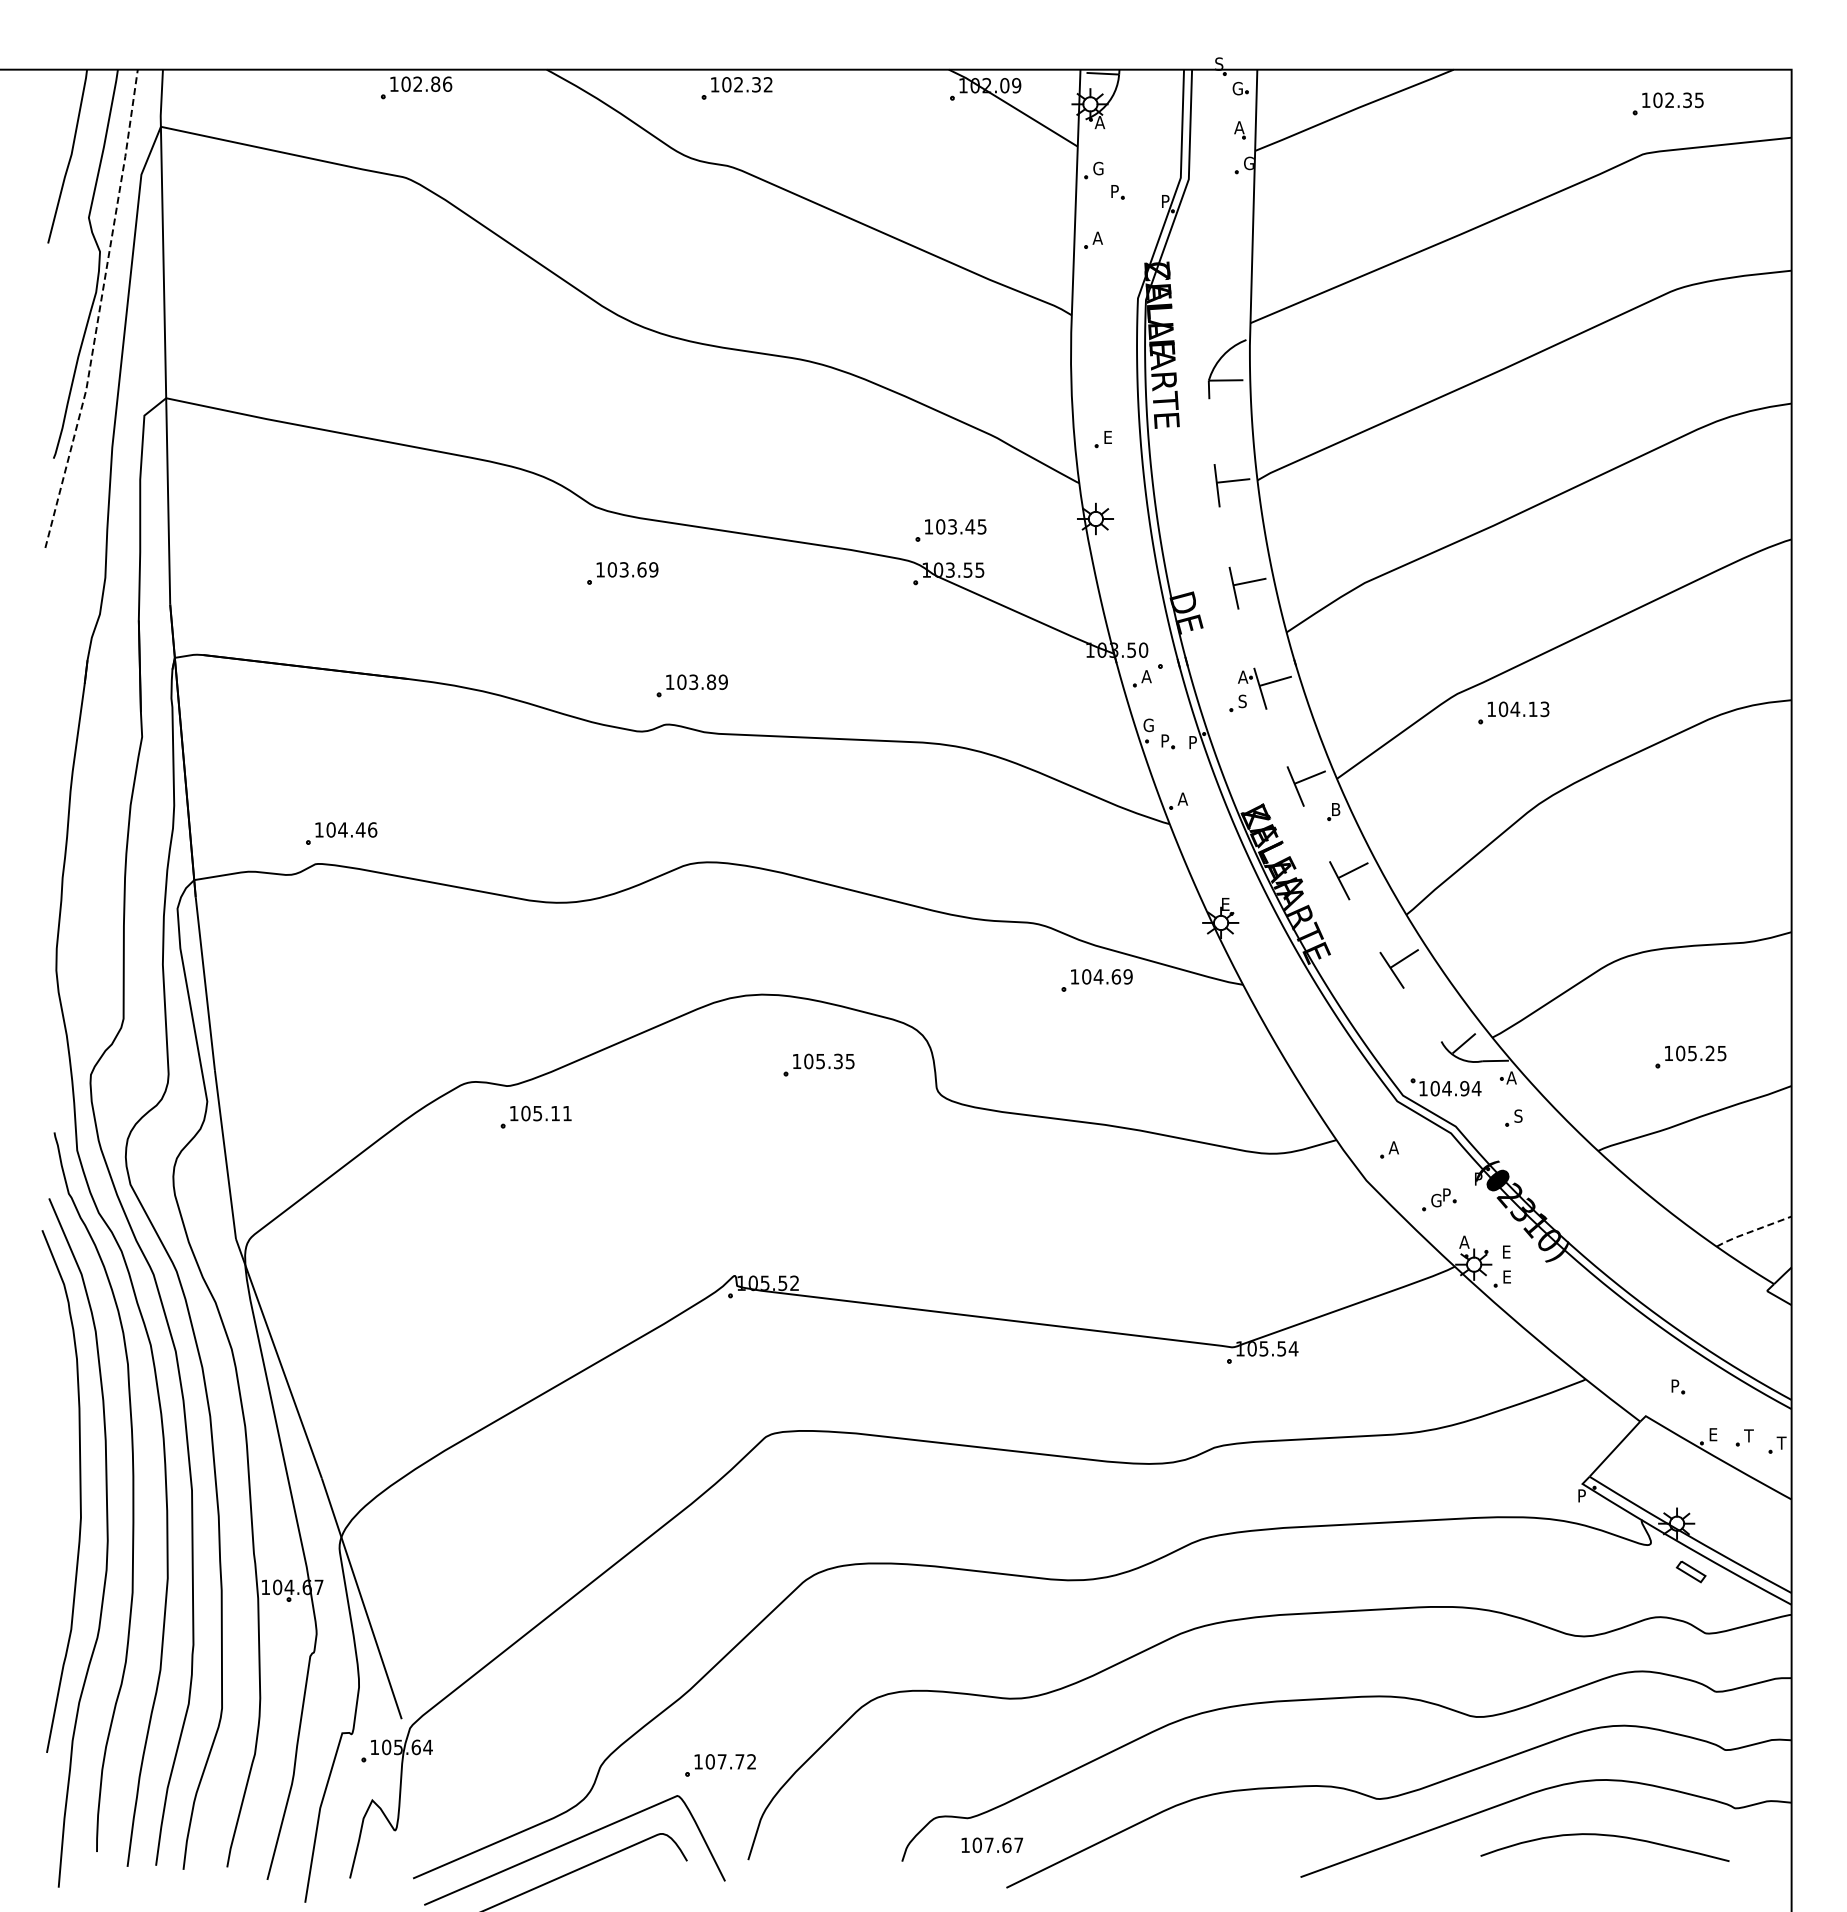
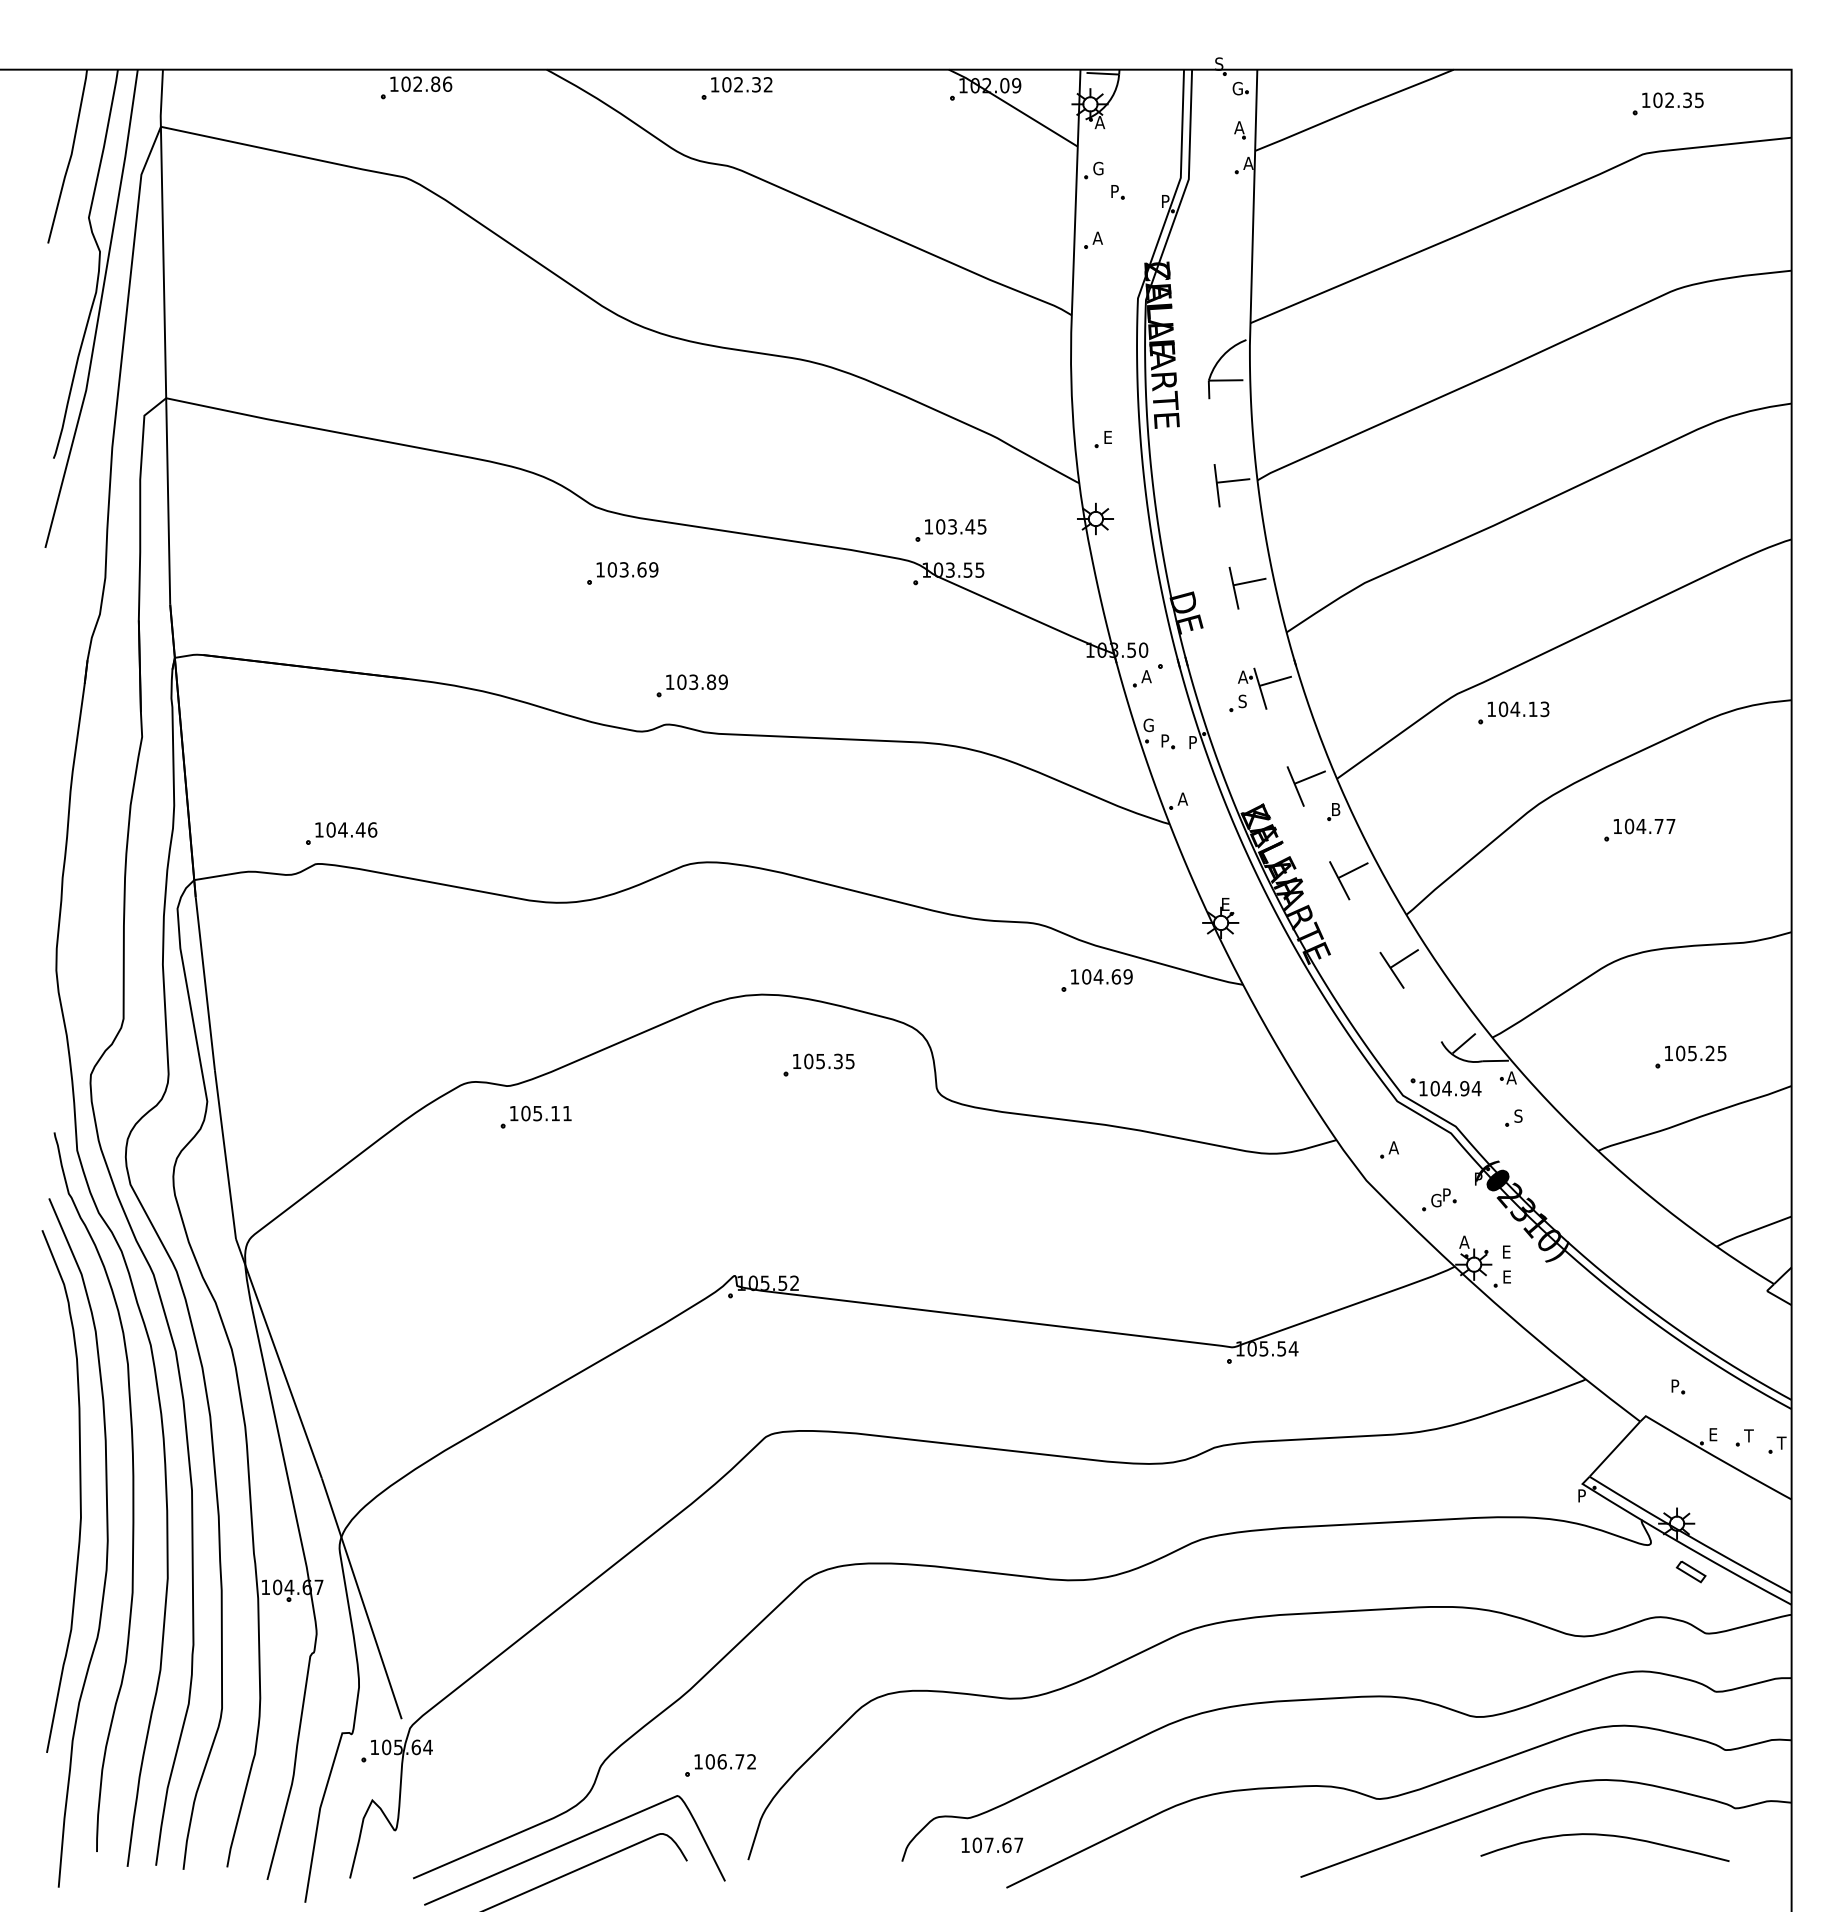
text at (1248, 163): G -> A
line at (99, 310): dashed -> solid
part at (1639, 829): none -> present
line at (1752, 1231): dashed -> solid
text at (721, 1761): 107.72 -> 106.72
